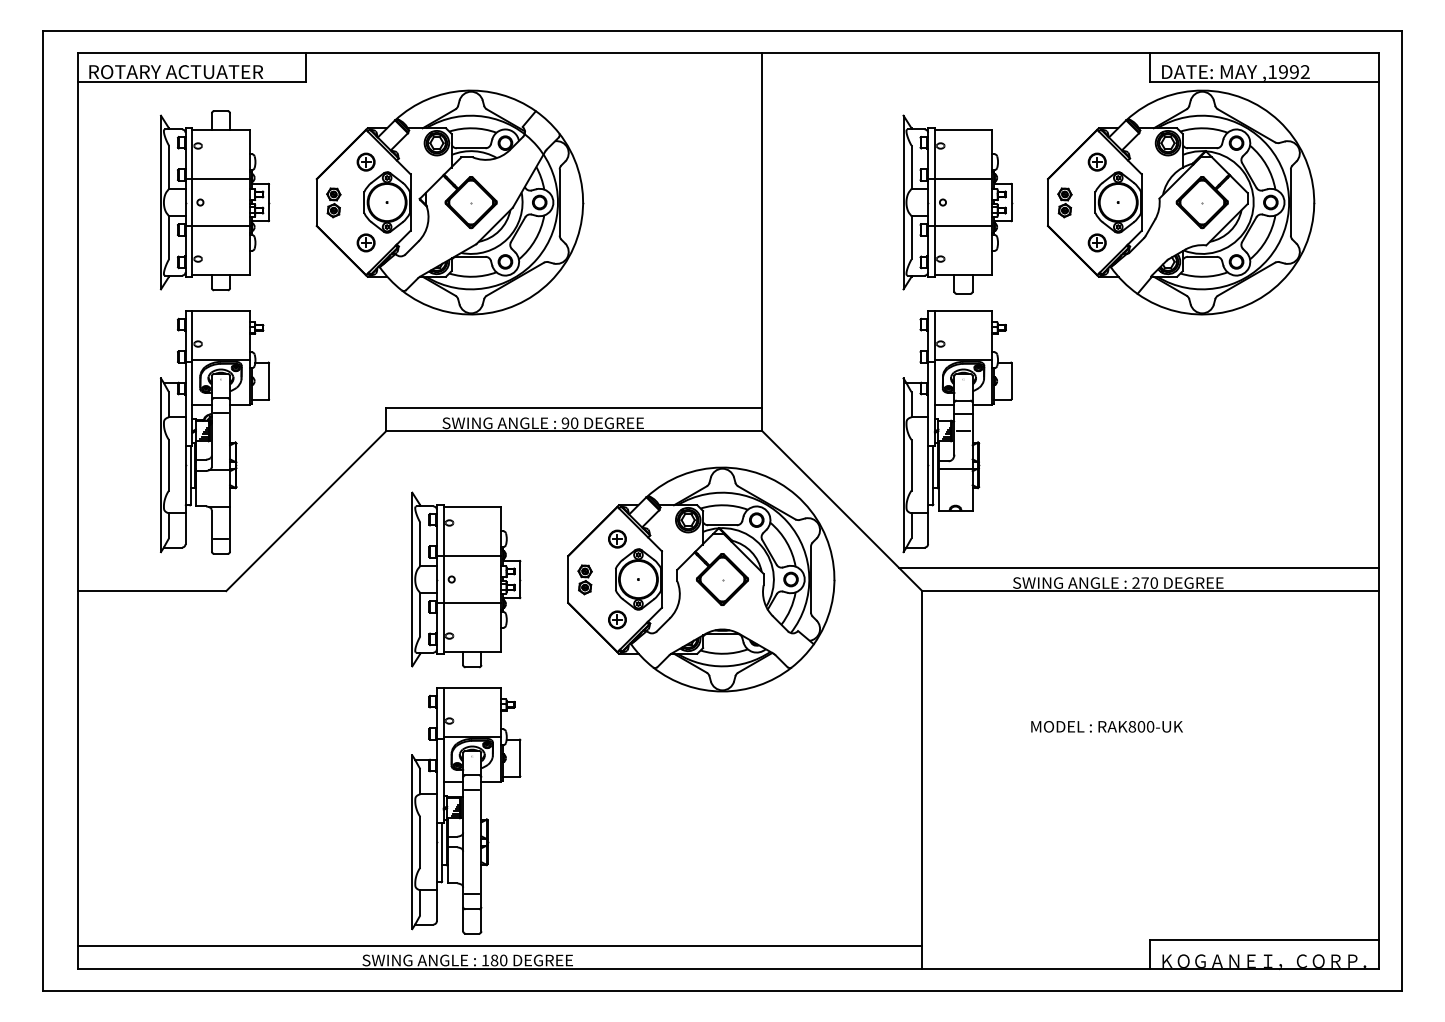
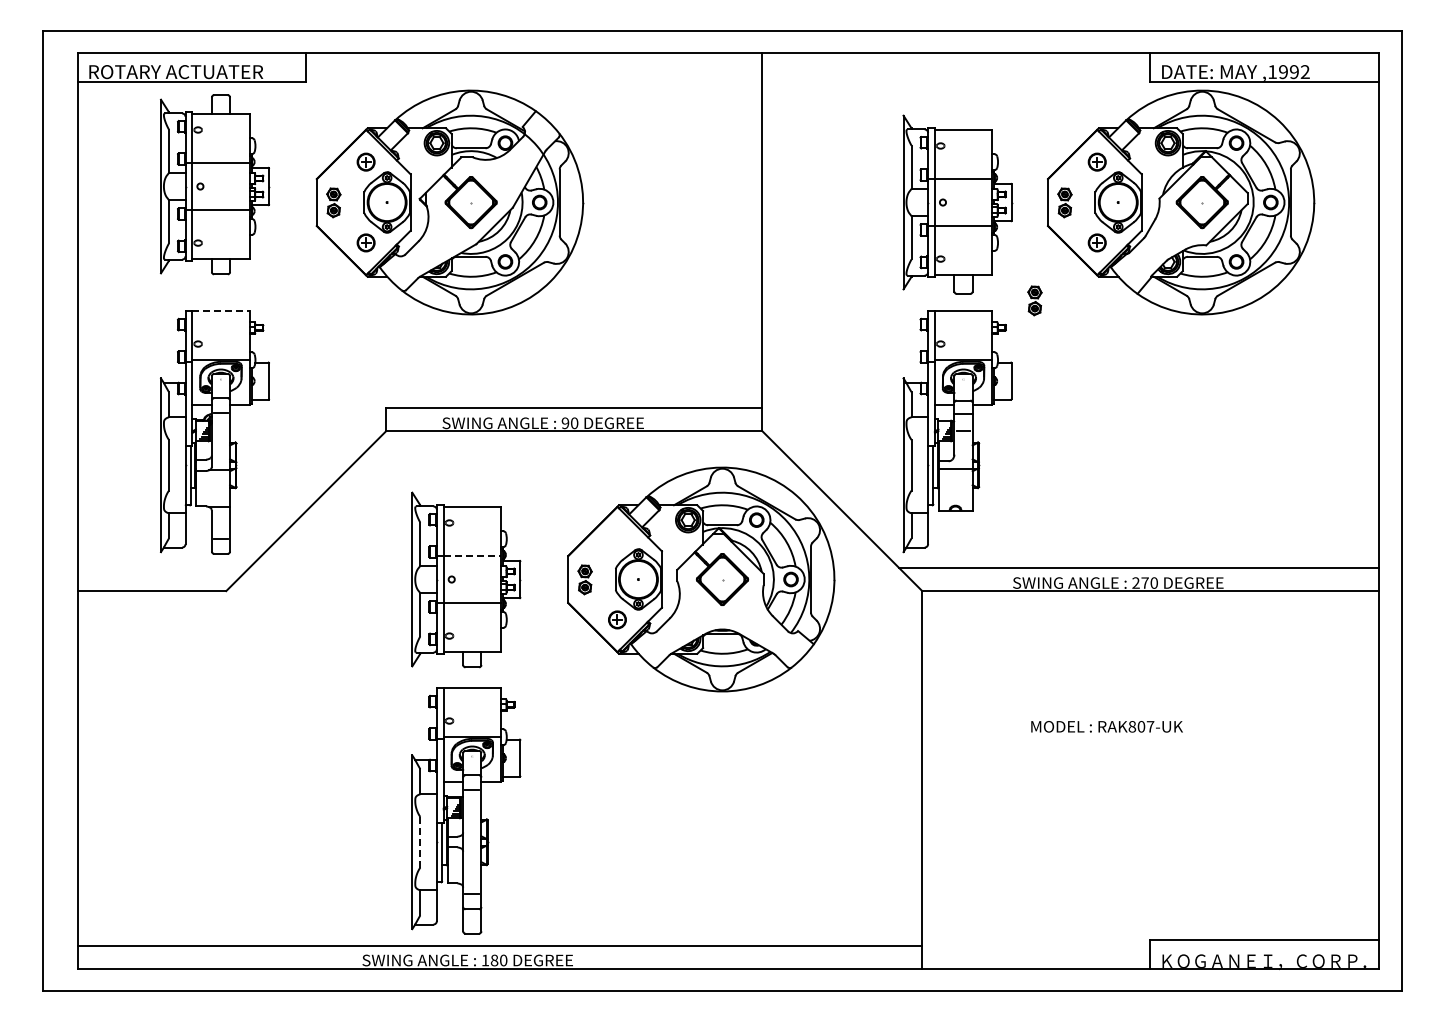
part at (215, 200) position: (215, 200) -> (215, 184)
part at (1034, 300): none -> present
line at (220, 311): solid -> dashed
part at (617, 538): present -> none
line at (472, 556): solid -> dashed
text at (1150, 726): RAK800-UK -> RAK807-UK
line at (420, 842): solid -> dashed
